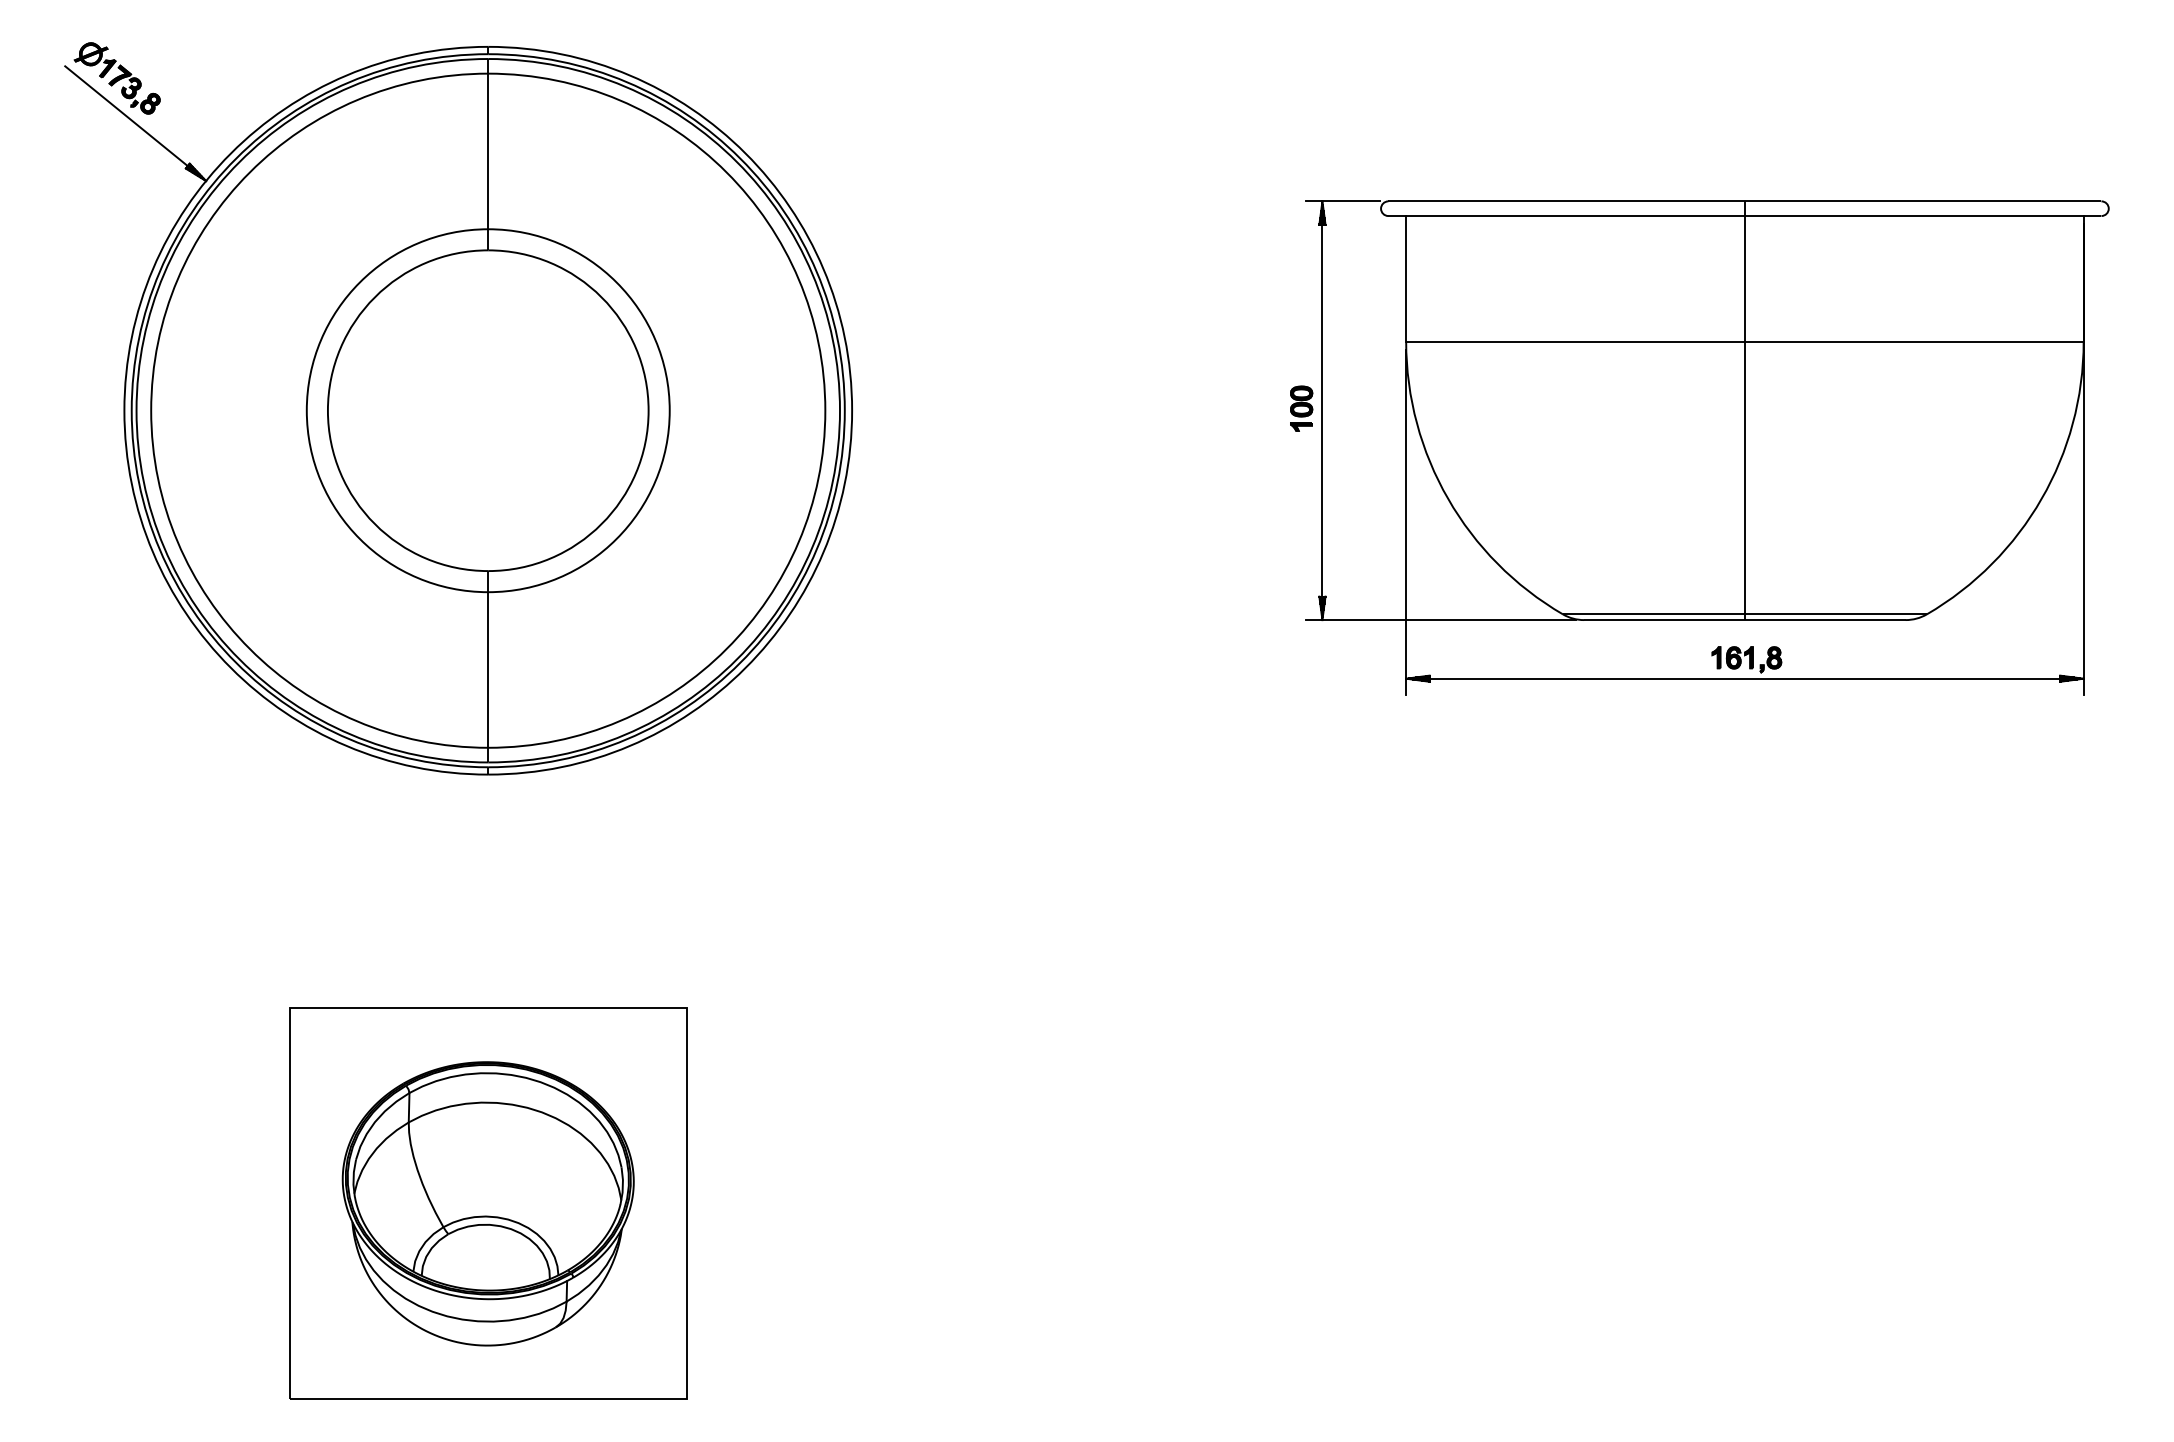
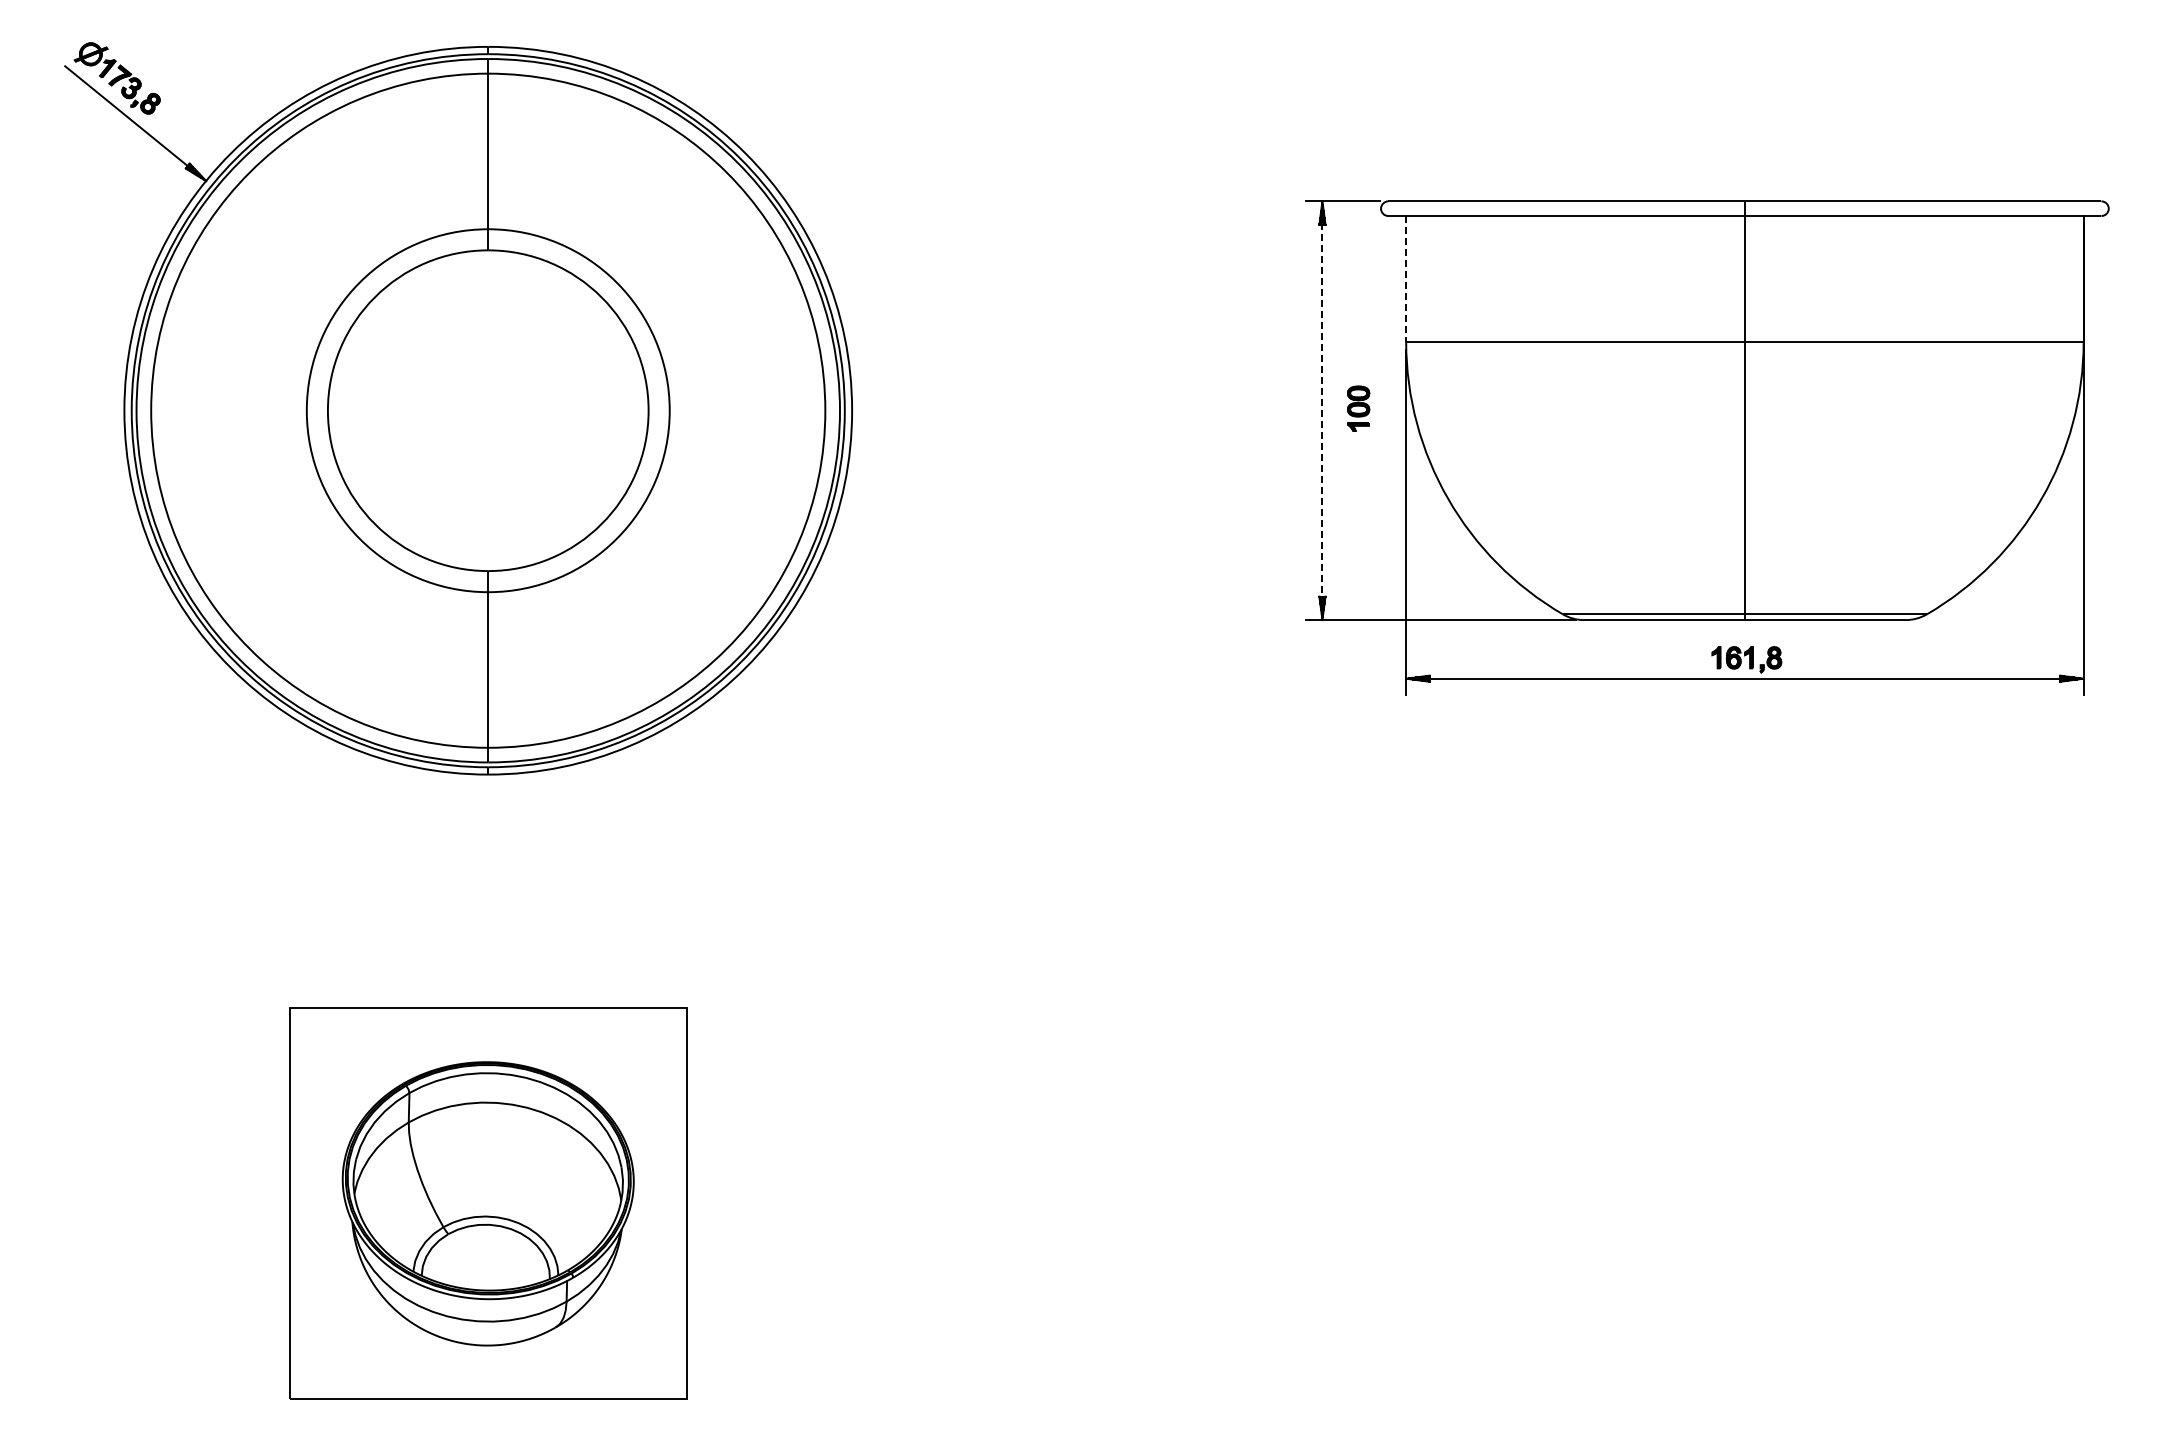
line at (1406, 278): solid -> dashed
part at (1301, 408) position: (1301, 408) -> (1358, 408)
line at (1322, 411): solid -> dashed
